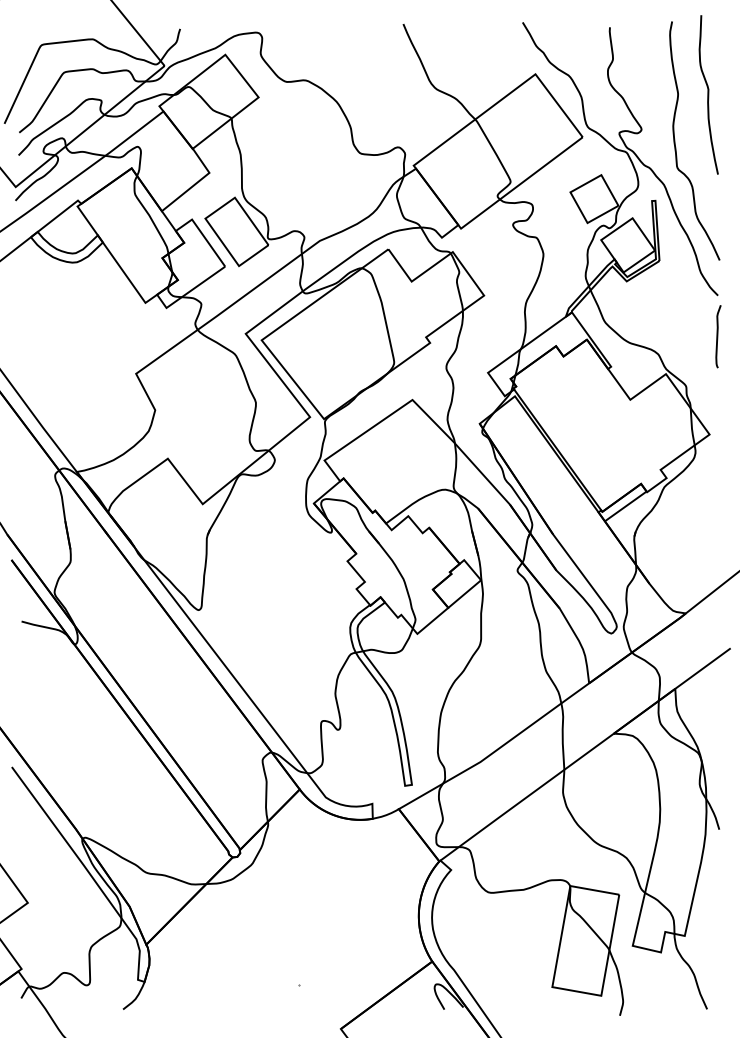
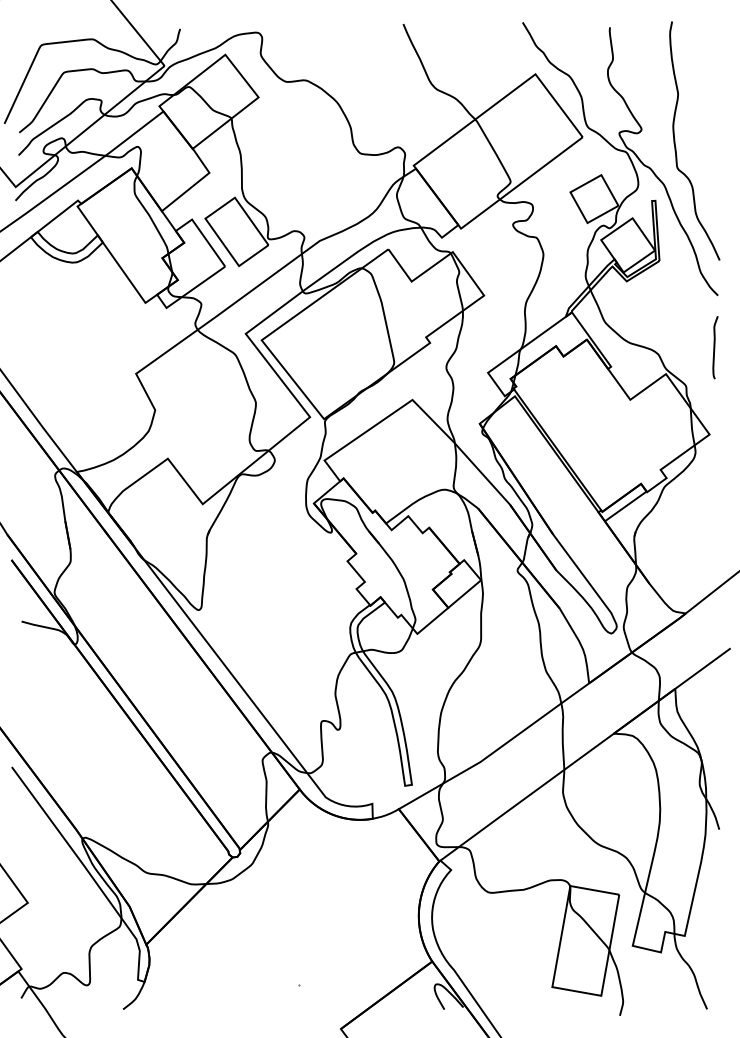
curve at (708, 94): present -> none
curve at (718, 336) position: (718, 336) -> (715, 347)
